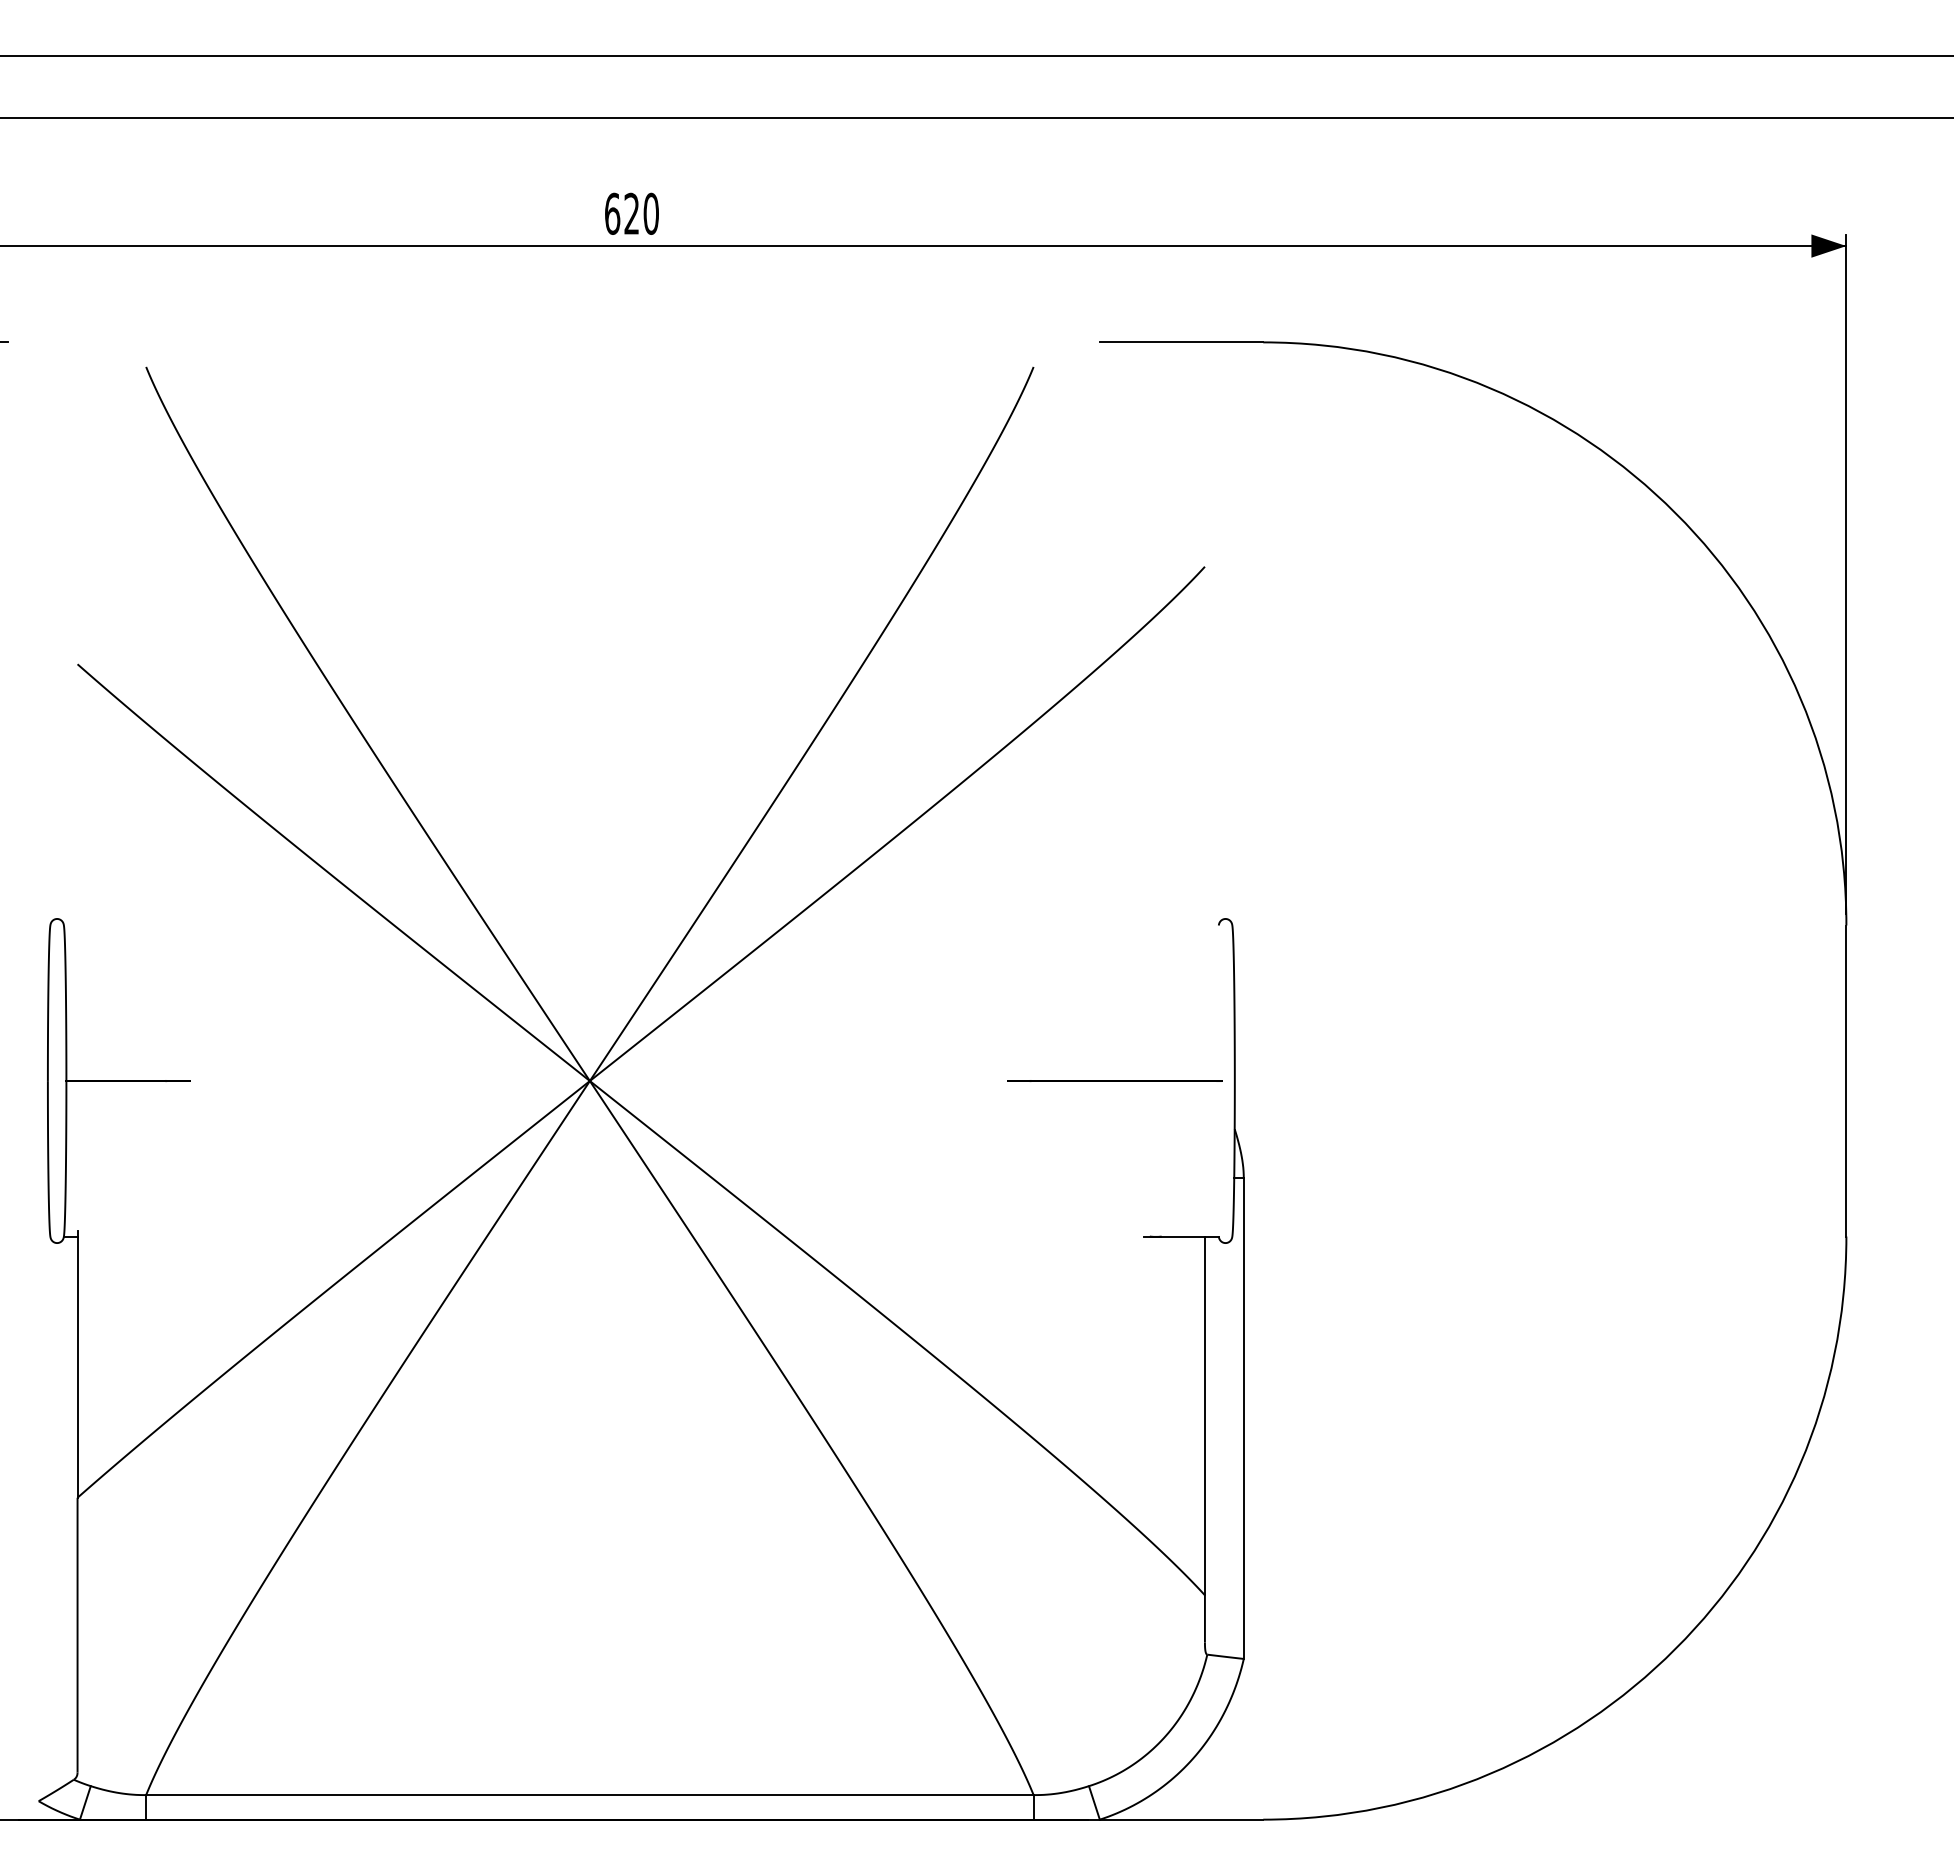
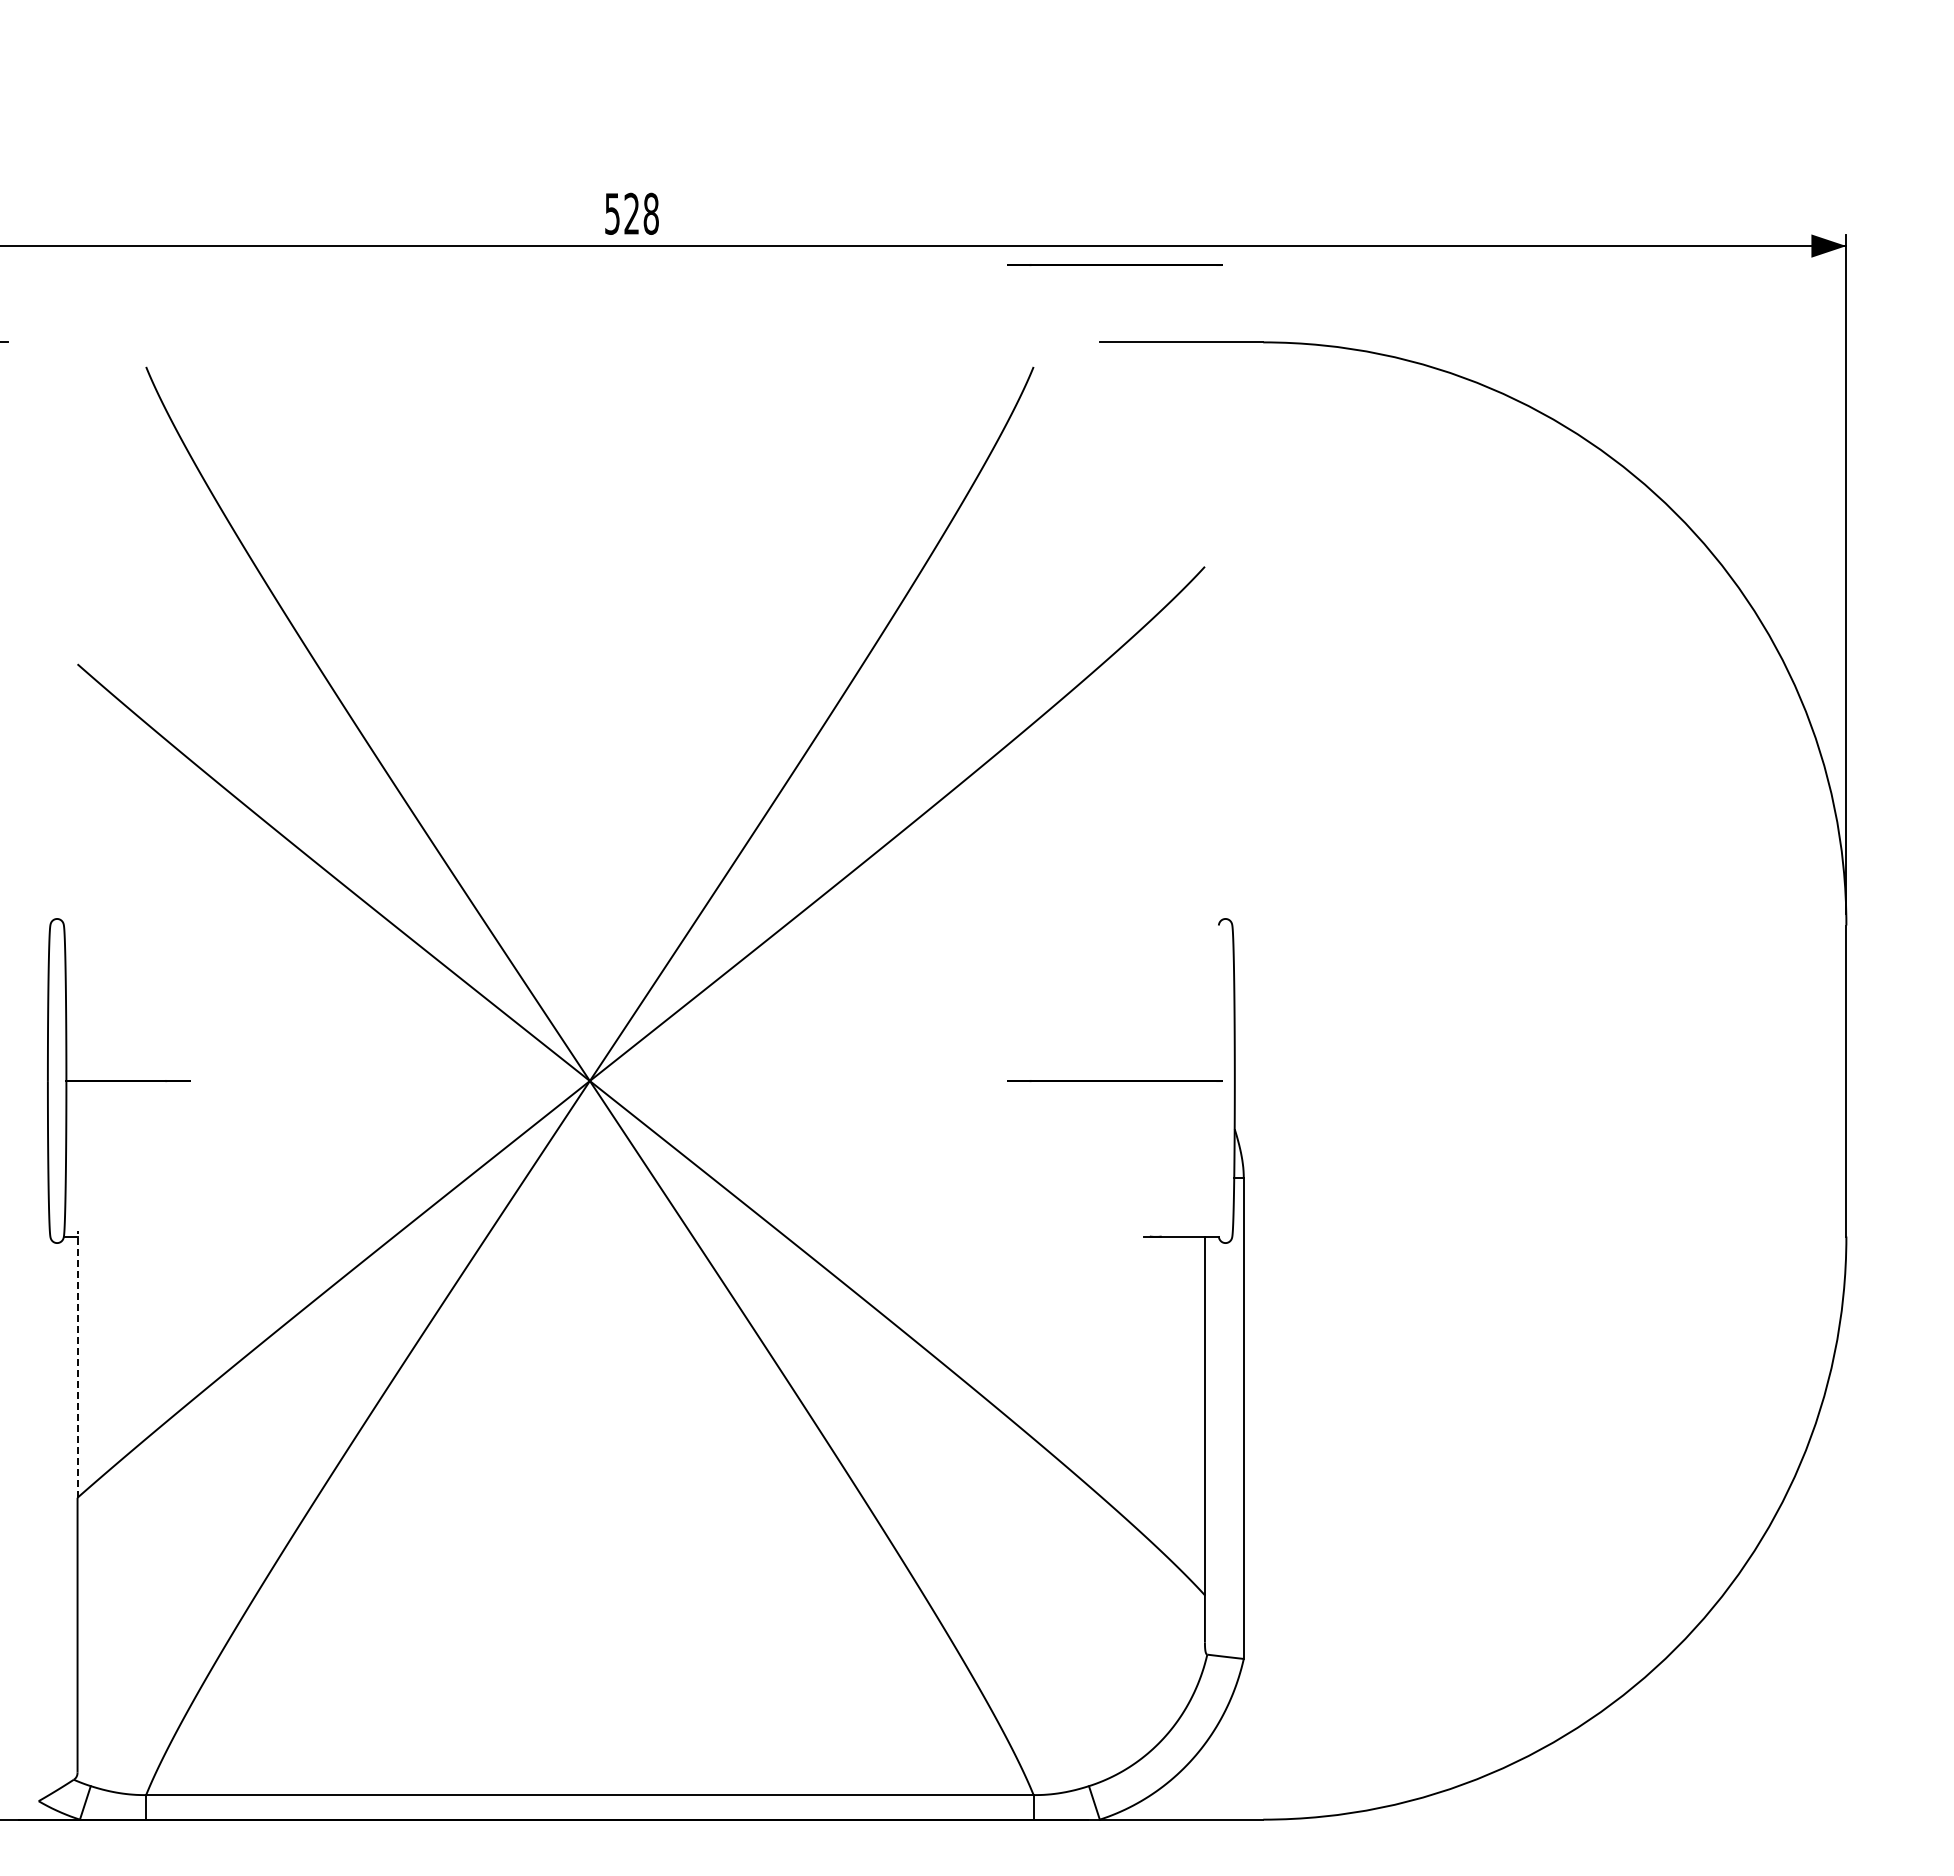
line at (976, 56): present -> none
line at (976, 118): present -> none
text at (631, 213): 620 -> 528
line at (1114, 264): none -> present
line at (77, 1363): solid -> dashed
